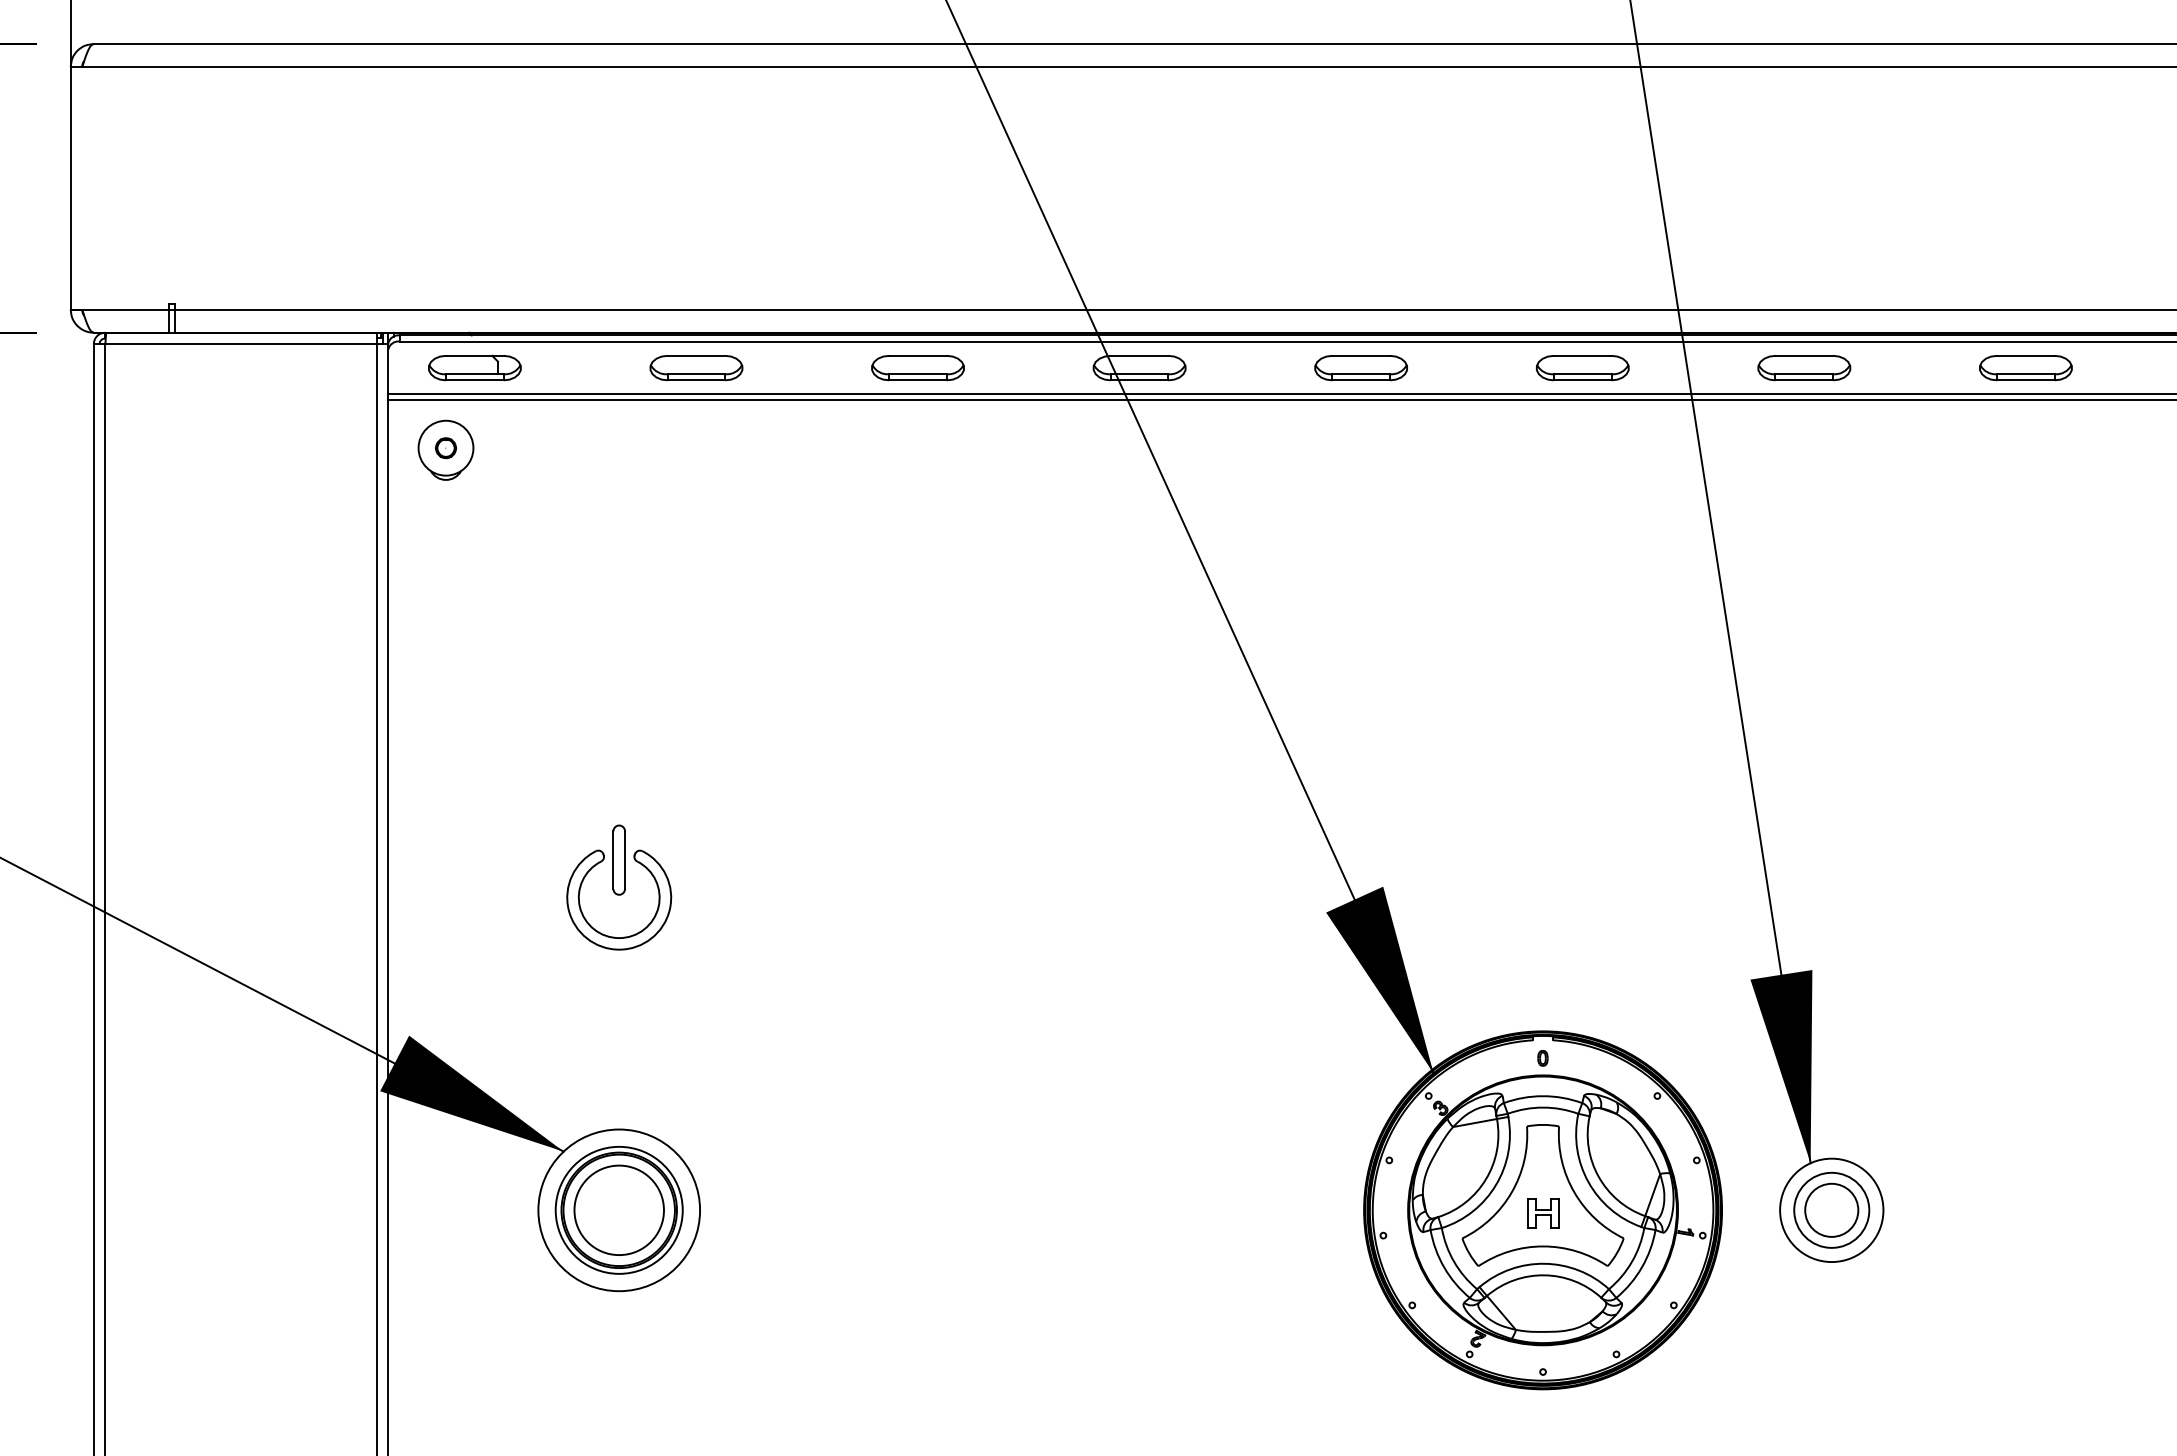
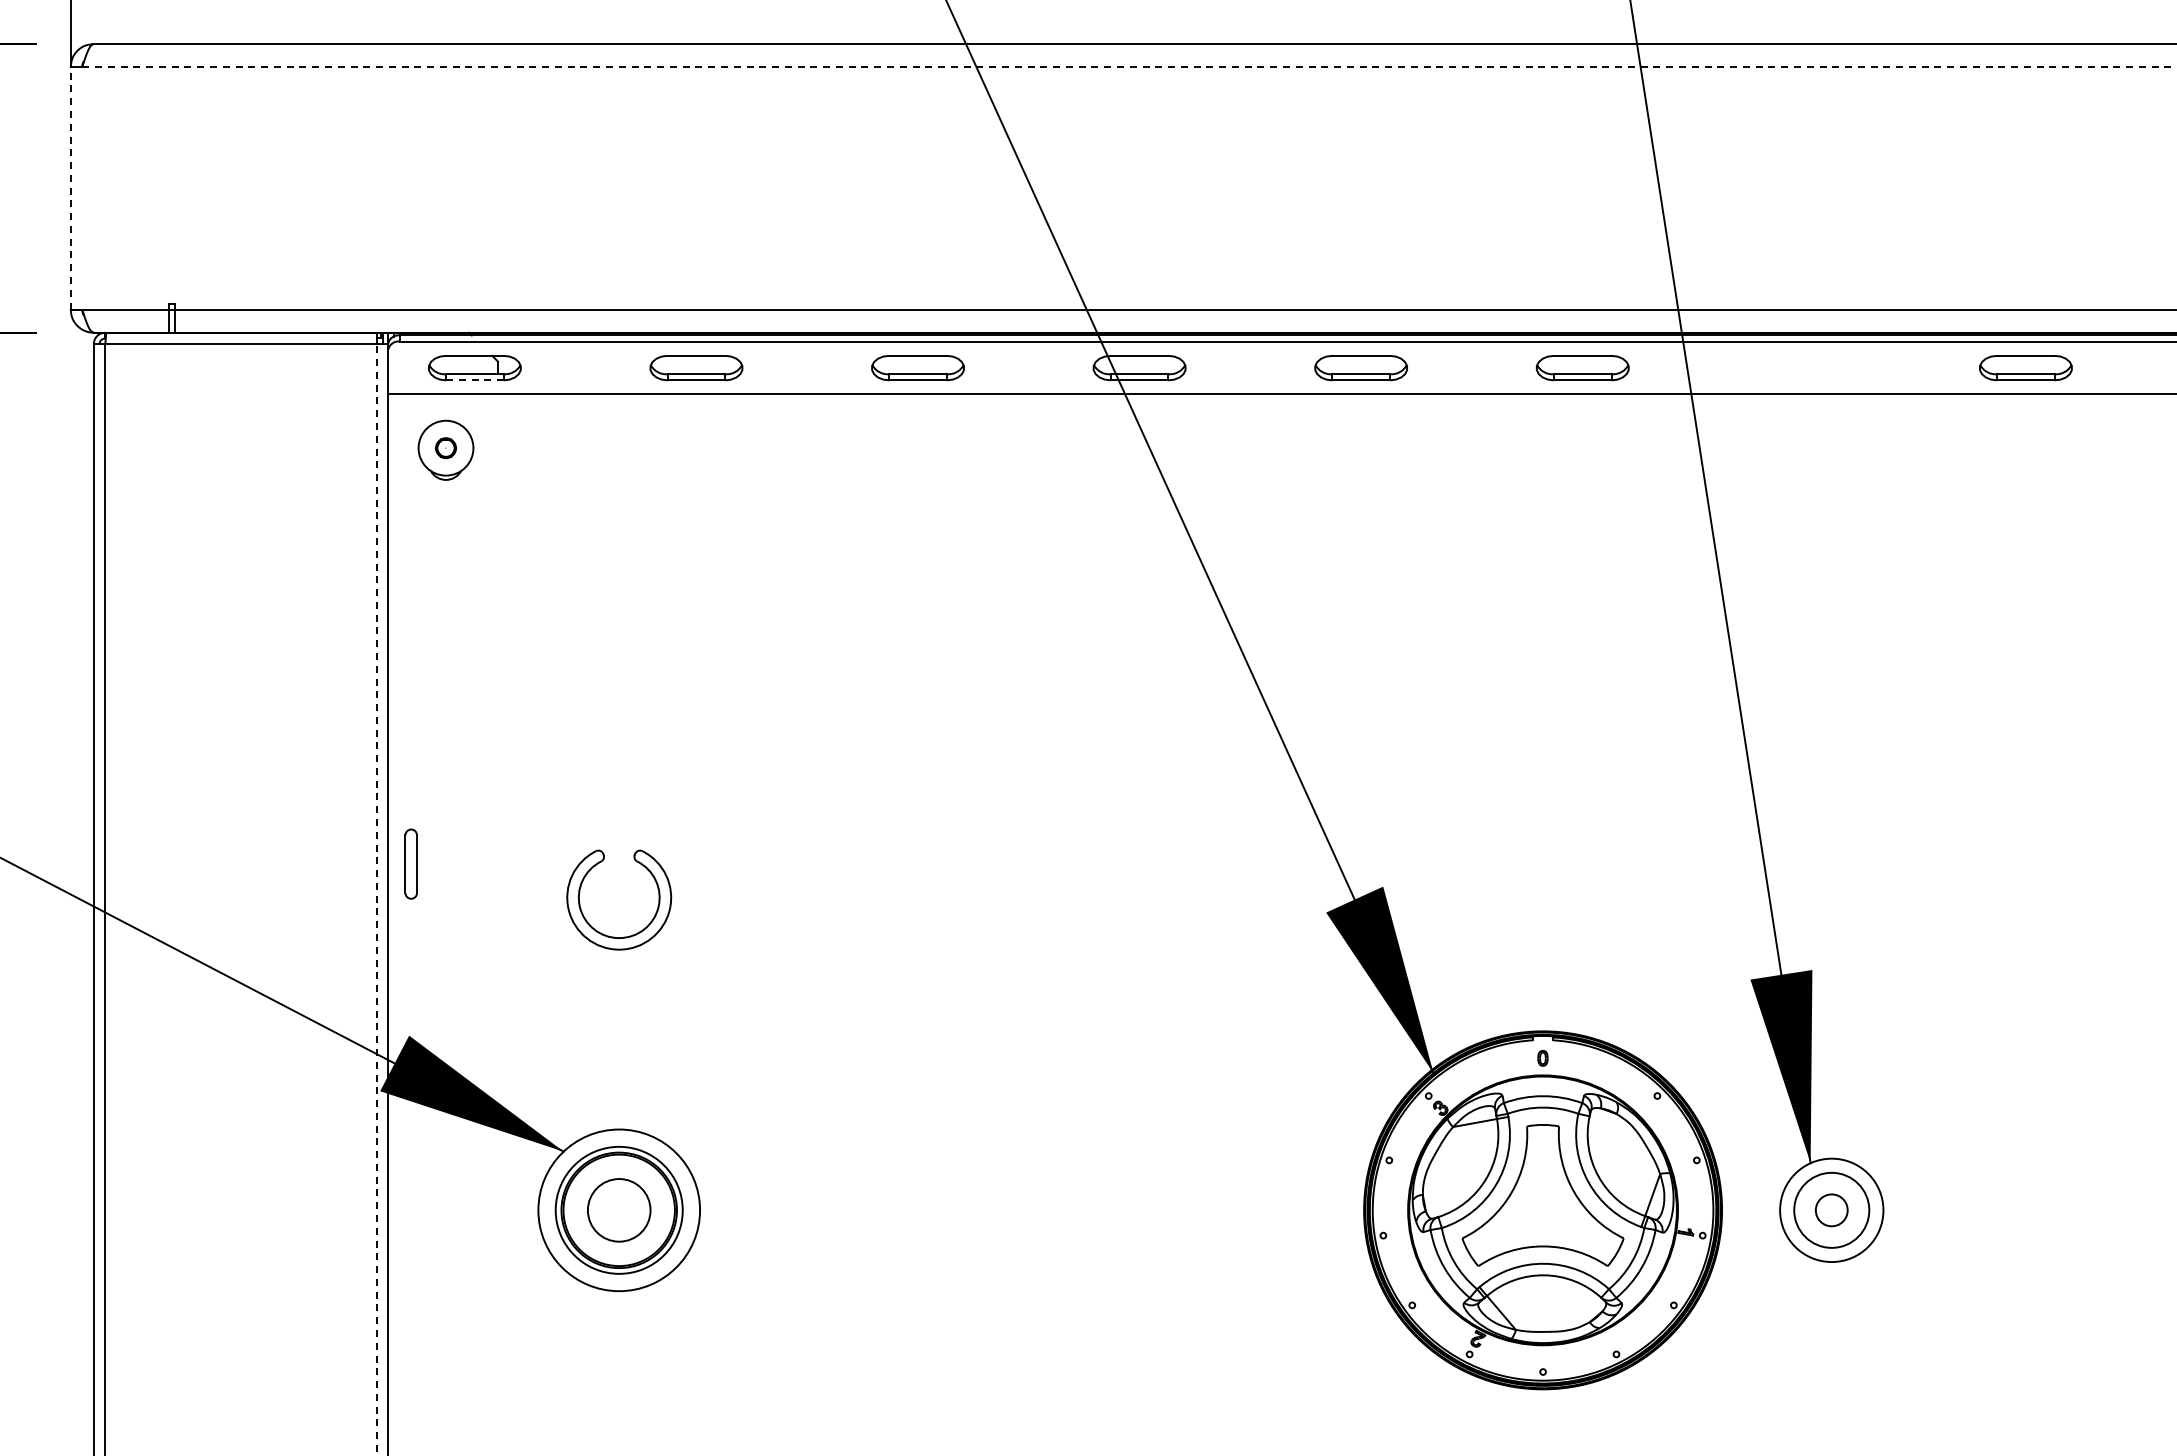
line at (1130, 67): solid -> dashed
line at (70, 187): solid -> dashed
part at (1804, 368): present -> none
line at (474, 380): solid -> dashed
line at (1280, 400): present -> none
part at (618, 859) position: (618, 859) -> (410, 863)
line at (376, 899): solid -> dashed
circle at (1831, 1209) diameter: 53 px -> 32 px
circle at (618, 1210) diameter: 89 px -> 63 px
part at (1543, 1213): present -> none
